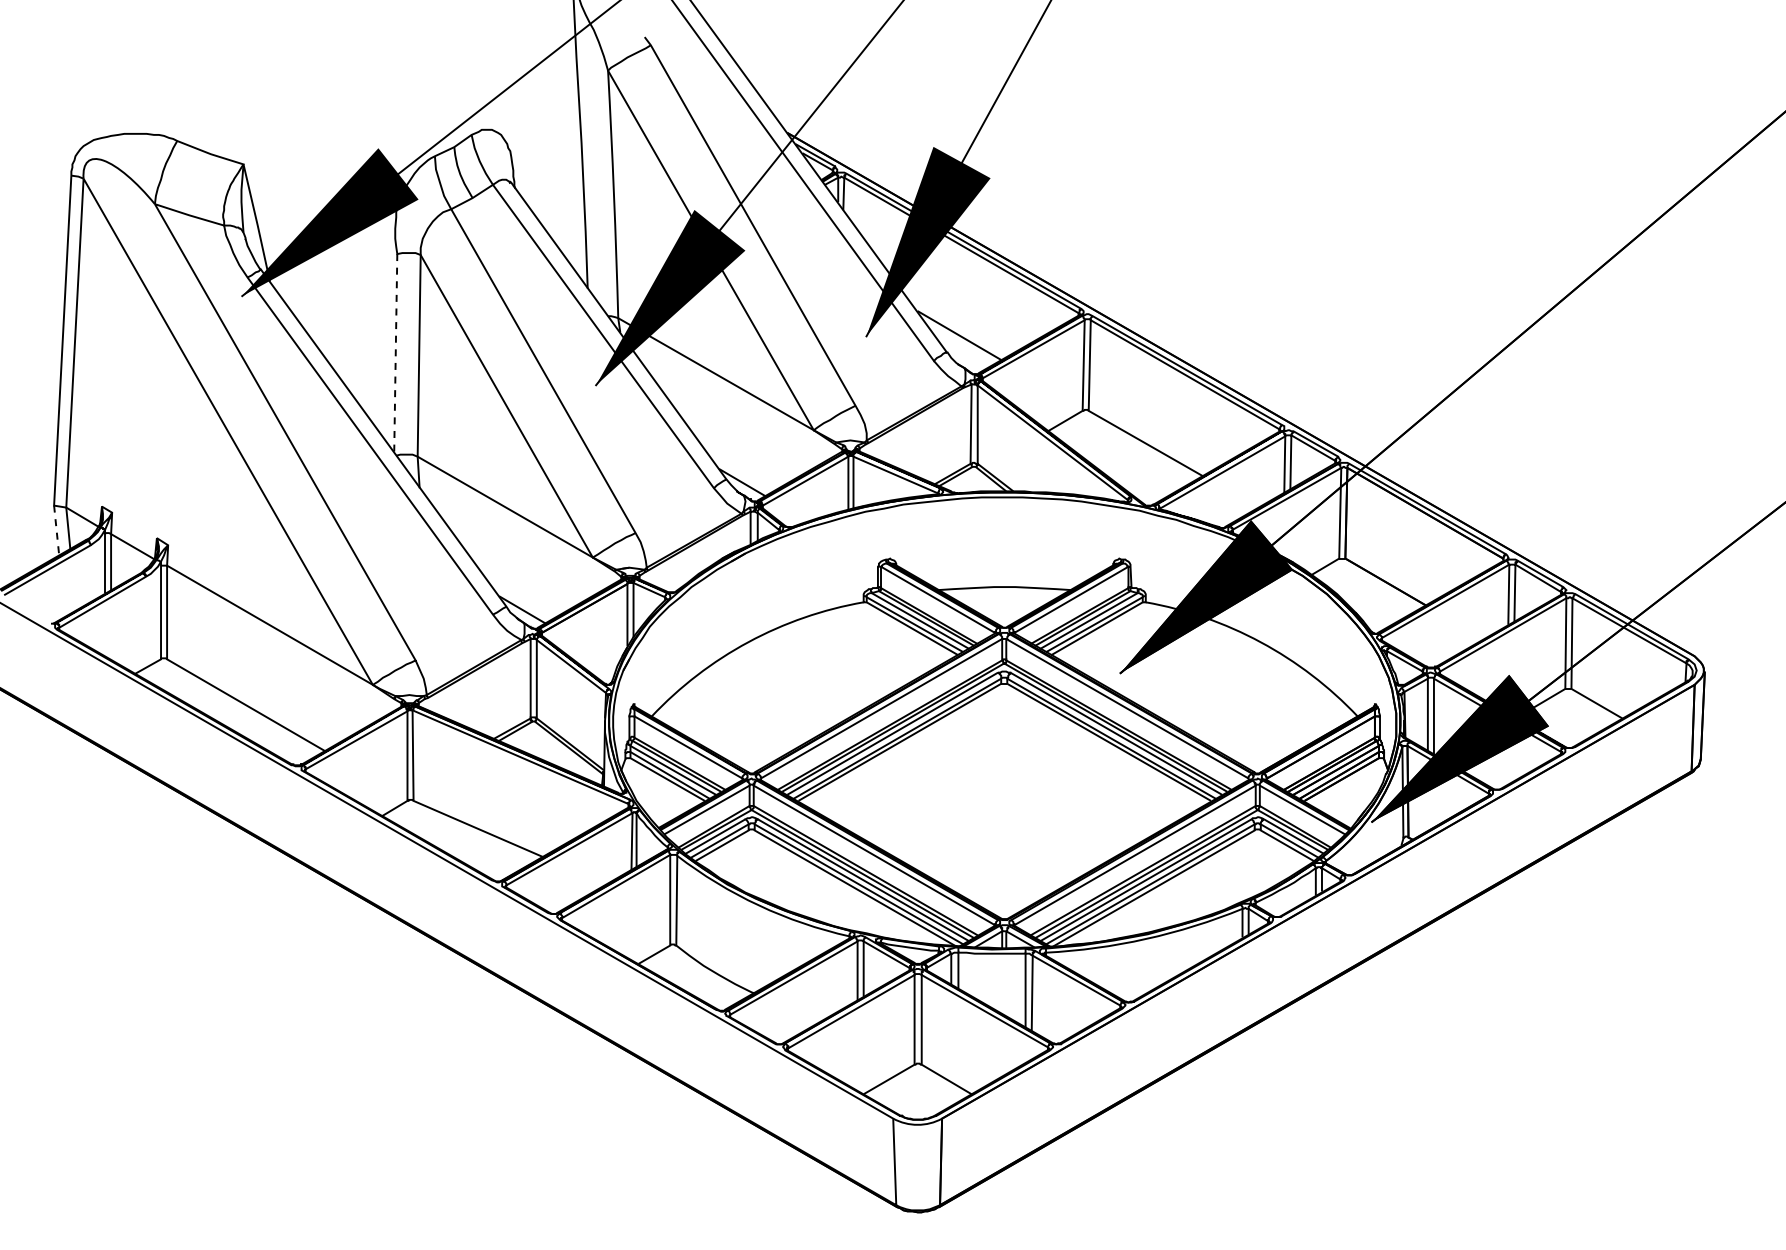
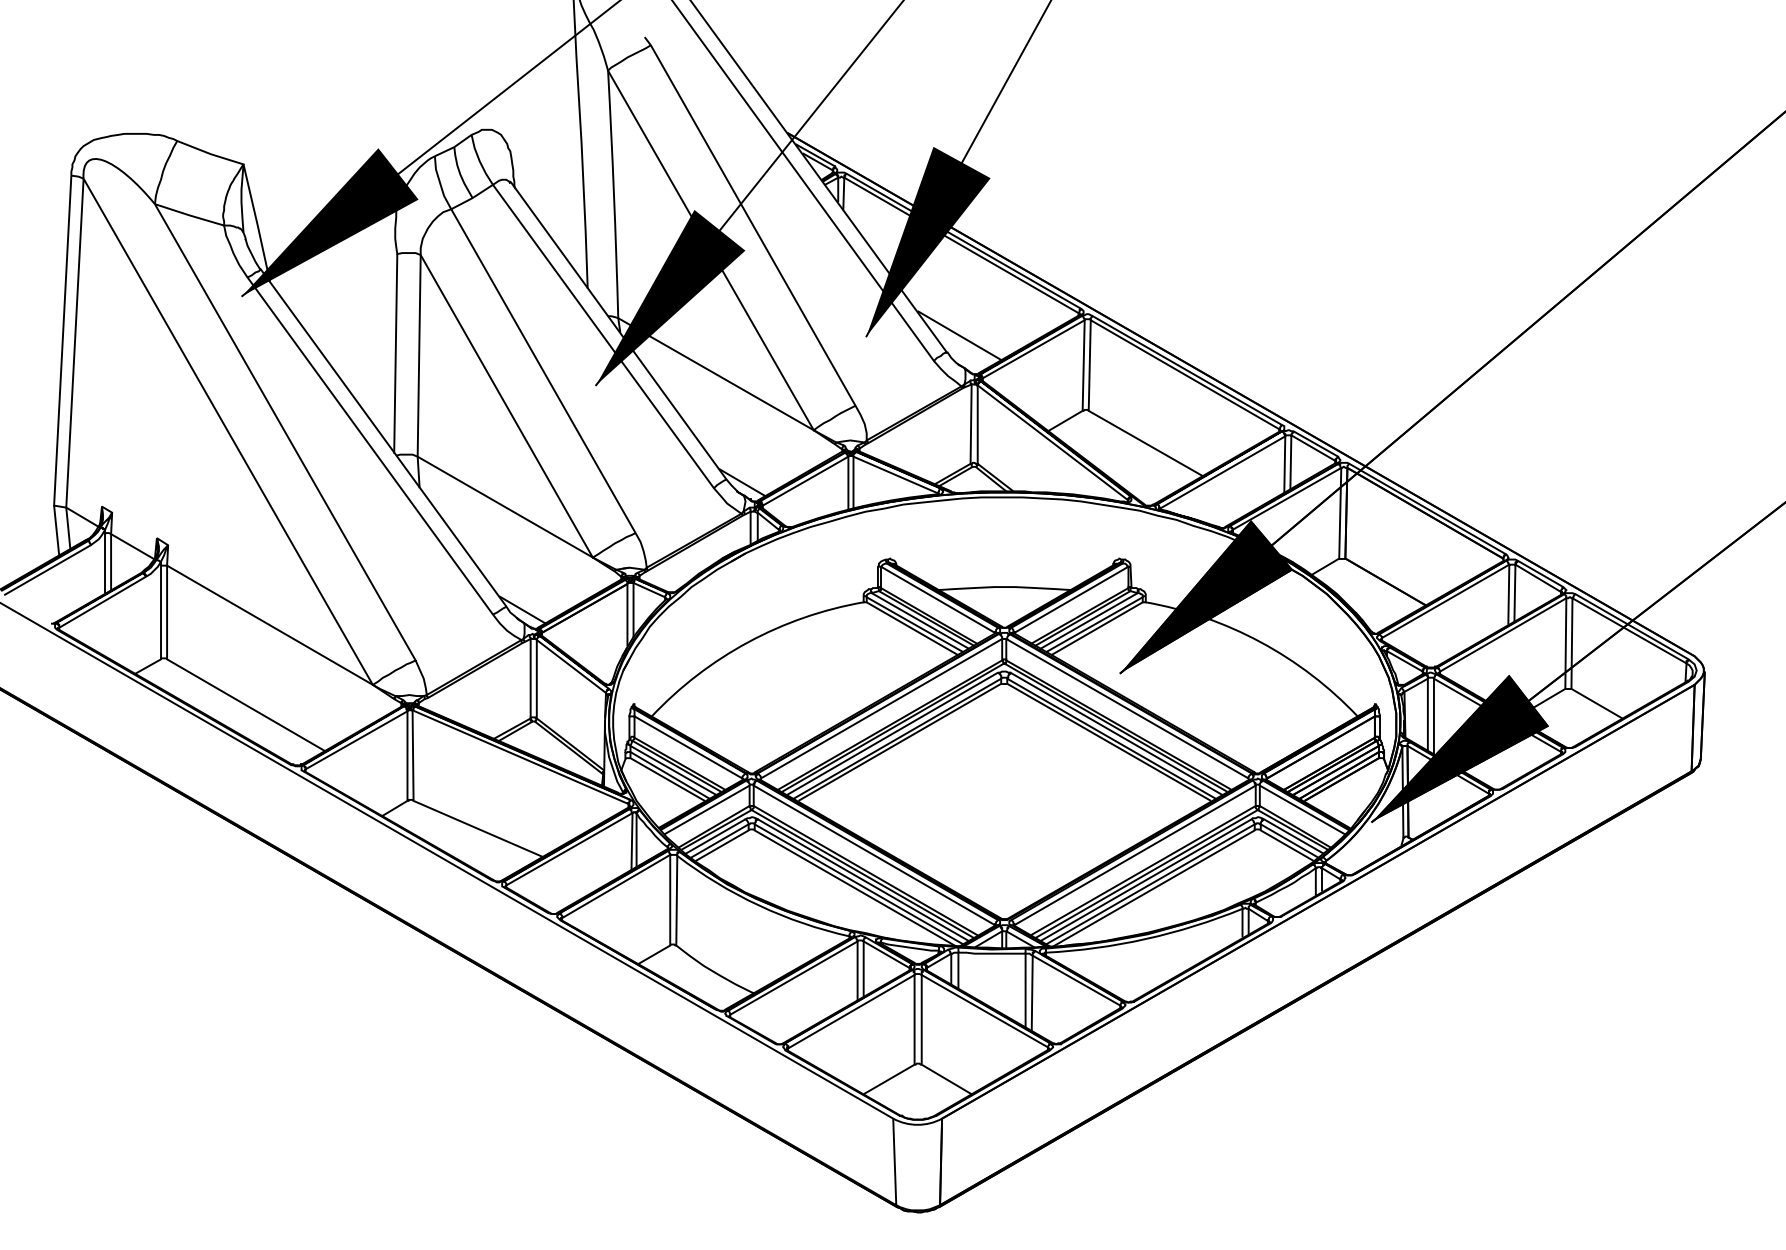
line at (395, 353): dashed -> solid
line at (56, 531): dashed -> solid
